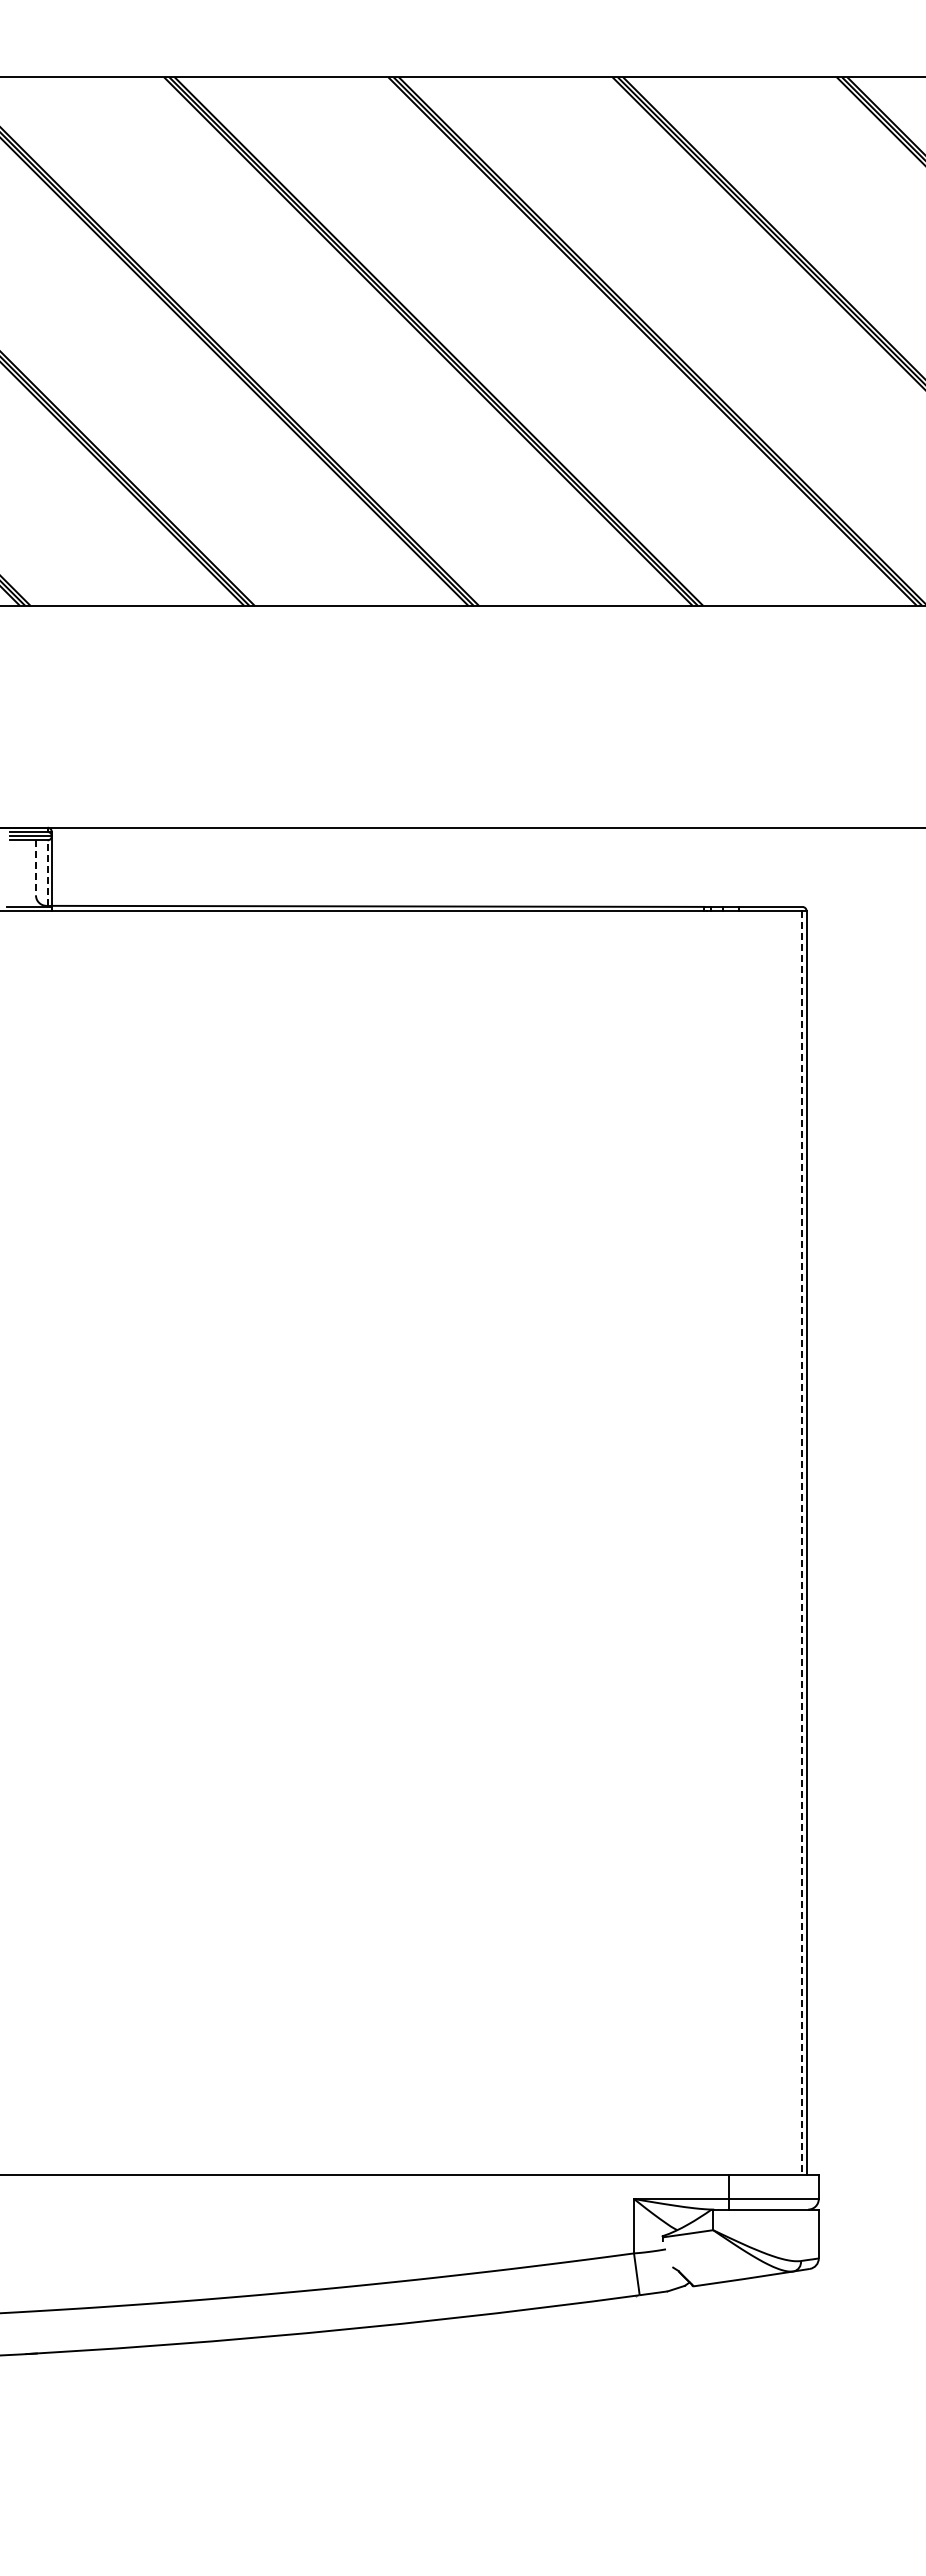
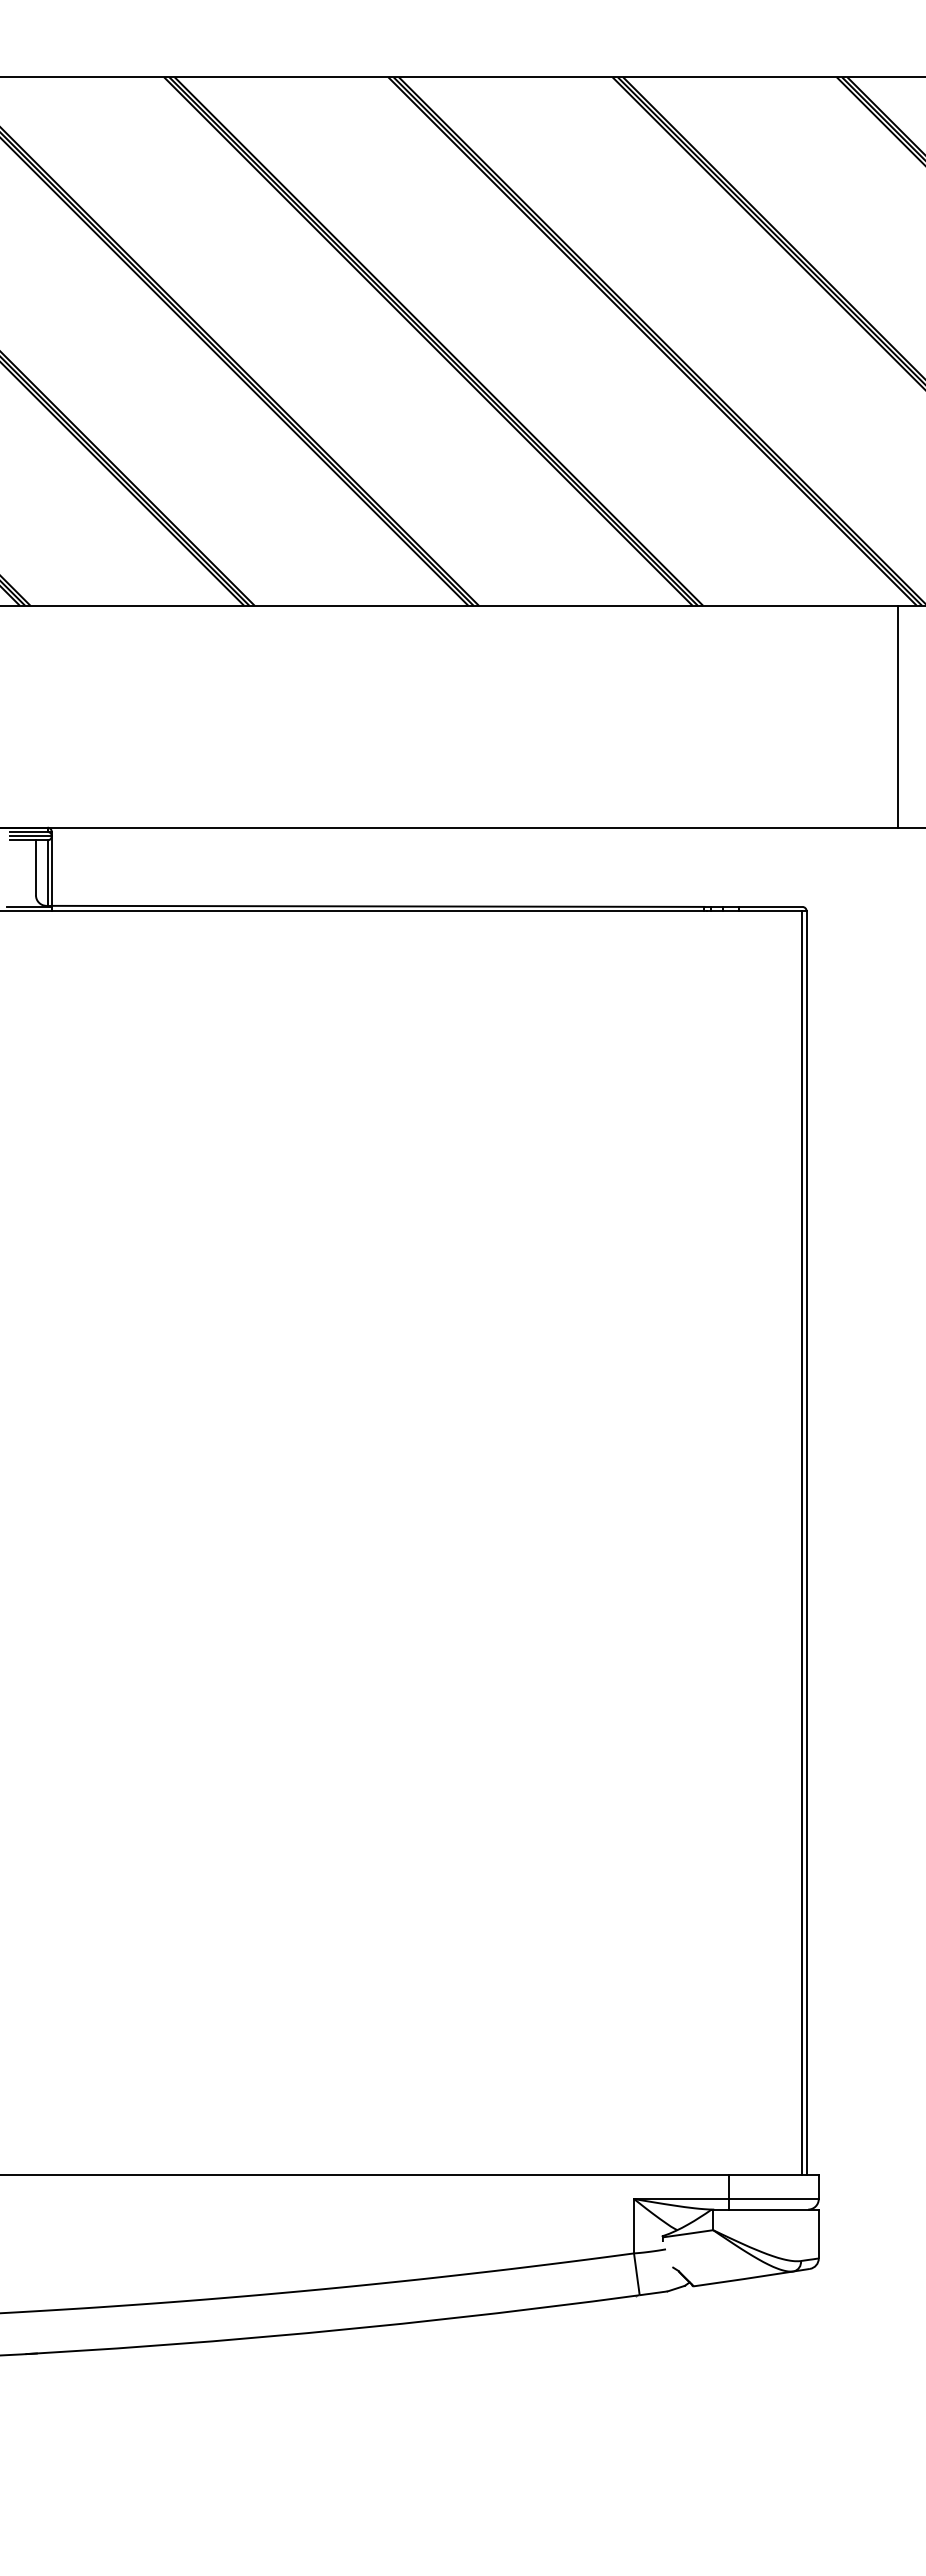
line at (898, 716): none -> present
line at (36, 868): dashed -> solid
line at (47, 873): dashed -> solid
line at (802, 1543): dashed -> solid
